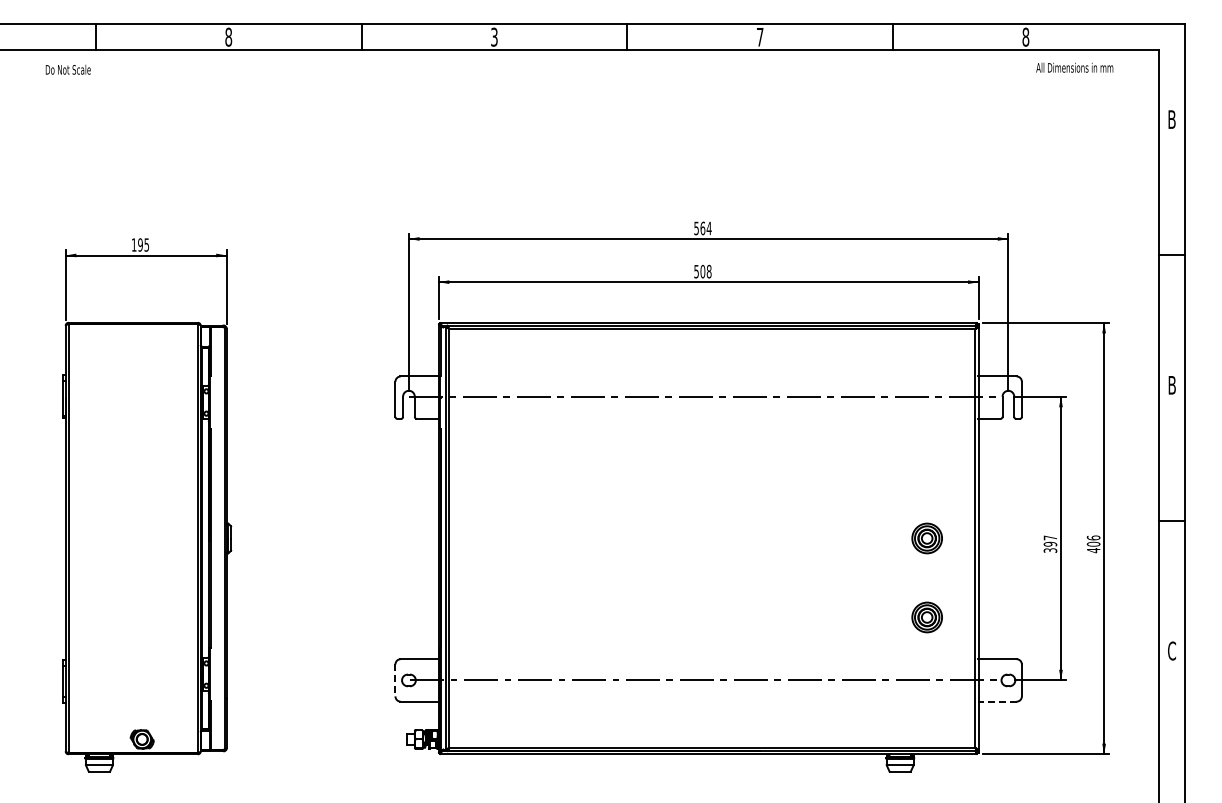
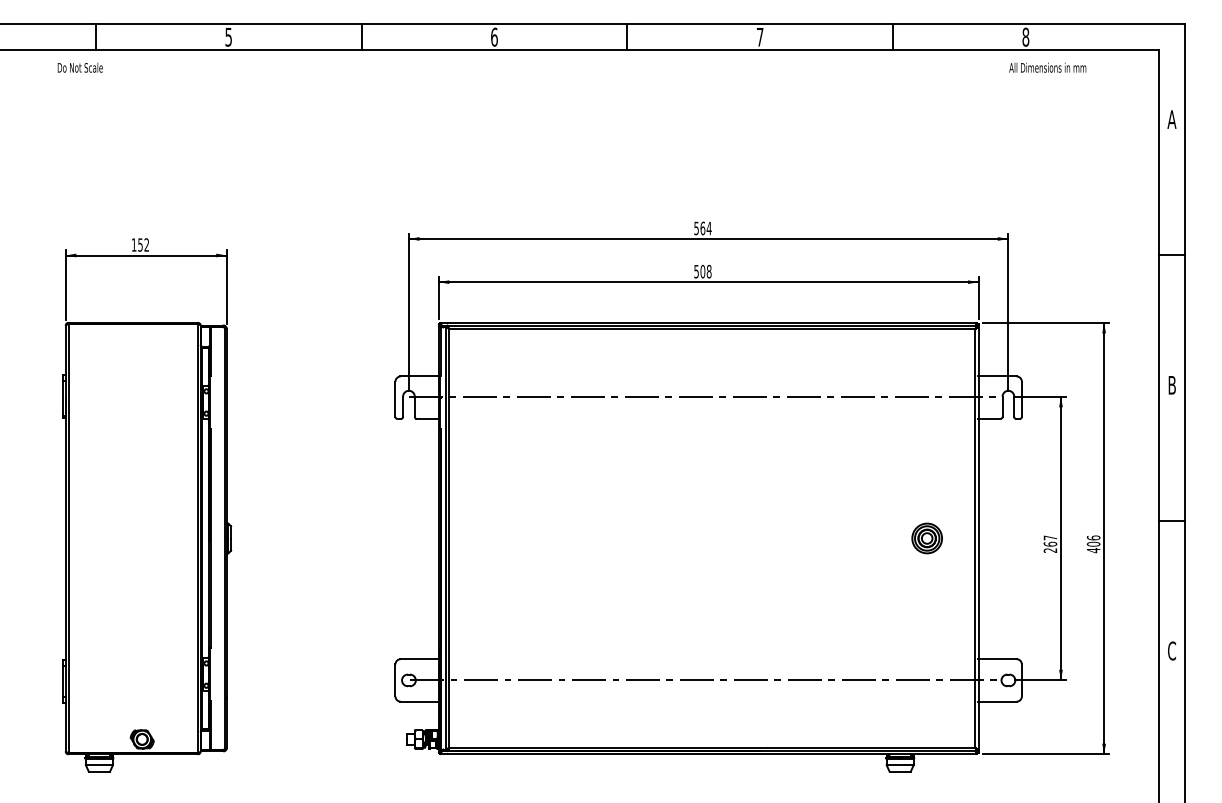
text at (228, 36): 8 -> 5
text at (494, 36): 3 -> 6
text at (1074, 67) position: (1074, 67) -> (1047, 67)
text at (67, 69) position: (67, 69) -> (79, 67)
text at (1171, 119): B -> A
text at (143, 244): 195 -> 152
text at (1050, 546): 397 -> 267
part at (926, 617): present -> none
line at (395, 680): dashed -> solid
line at (996, 701): dashed -> solid
